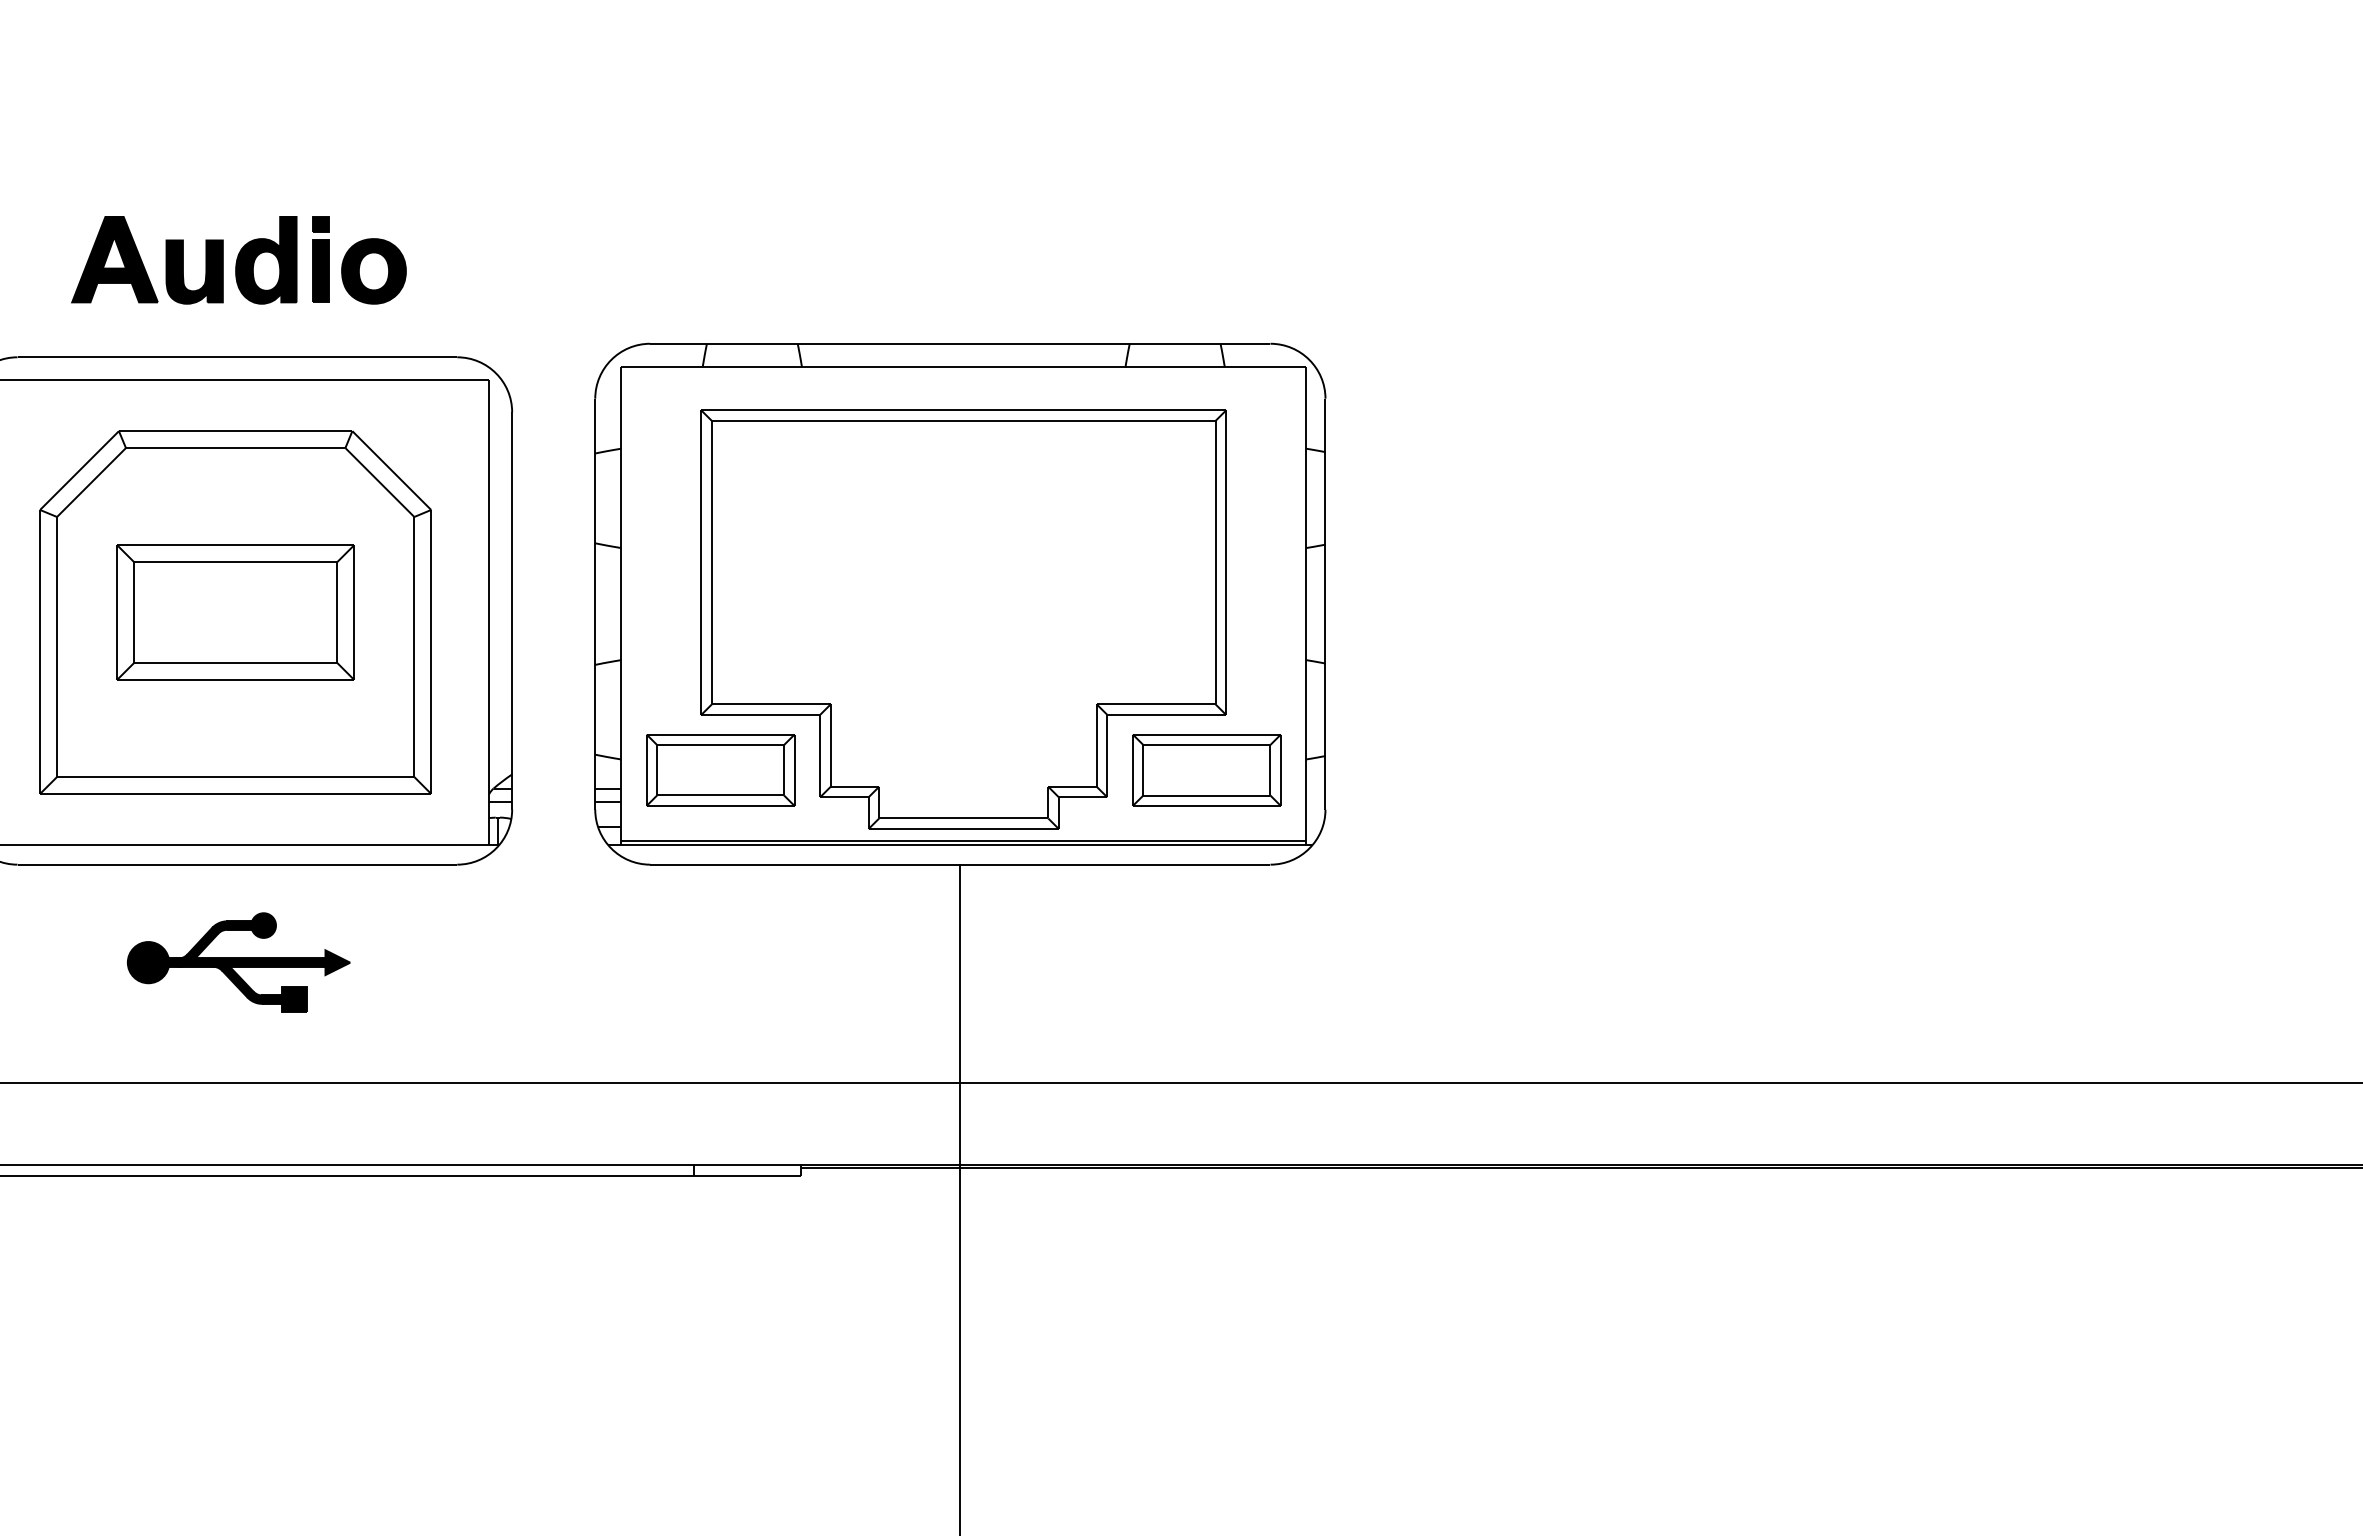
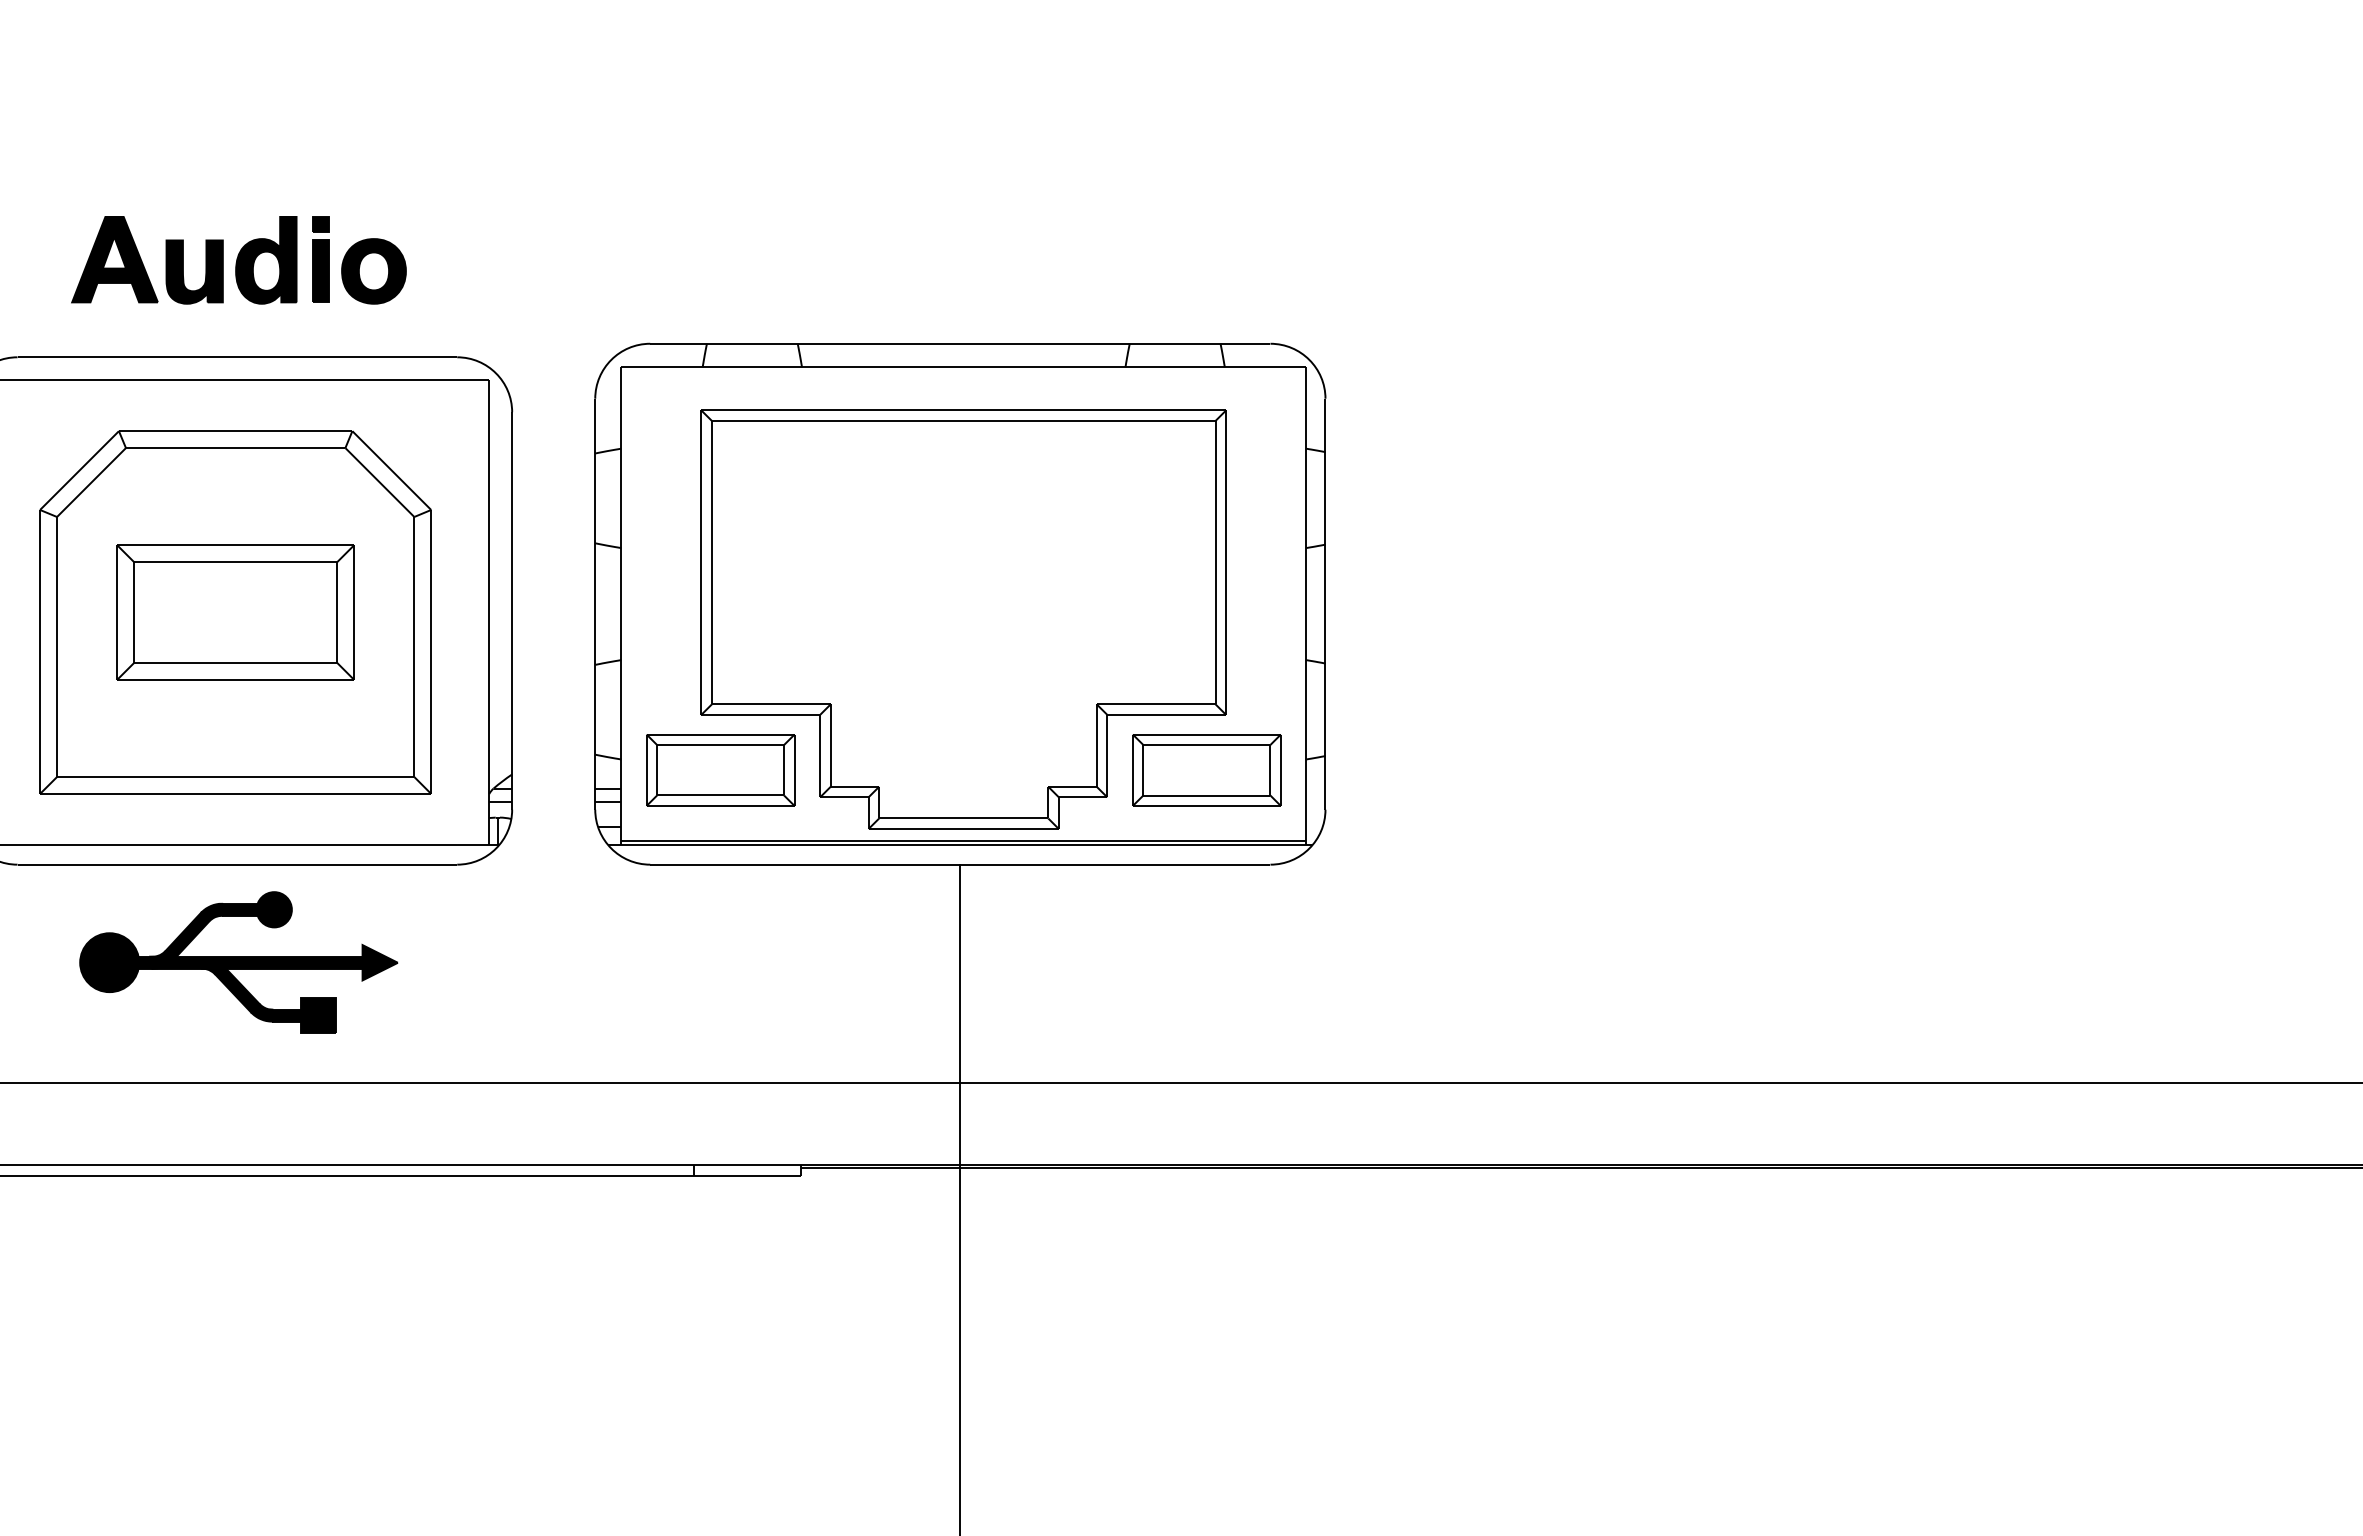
part at (238, 962) size: 224x101 px -> 320x143 px
